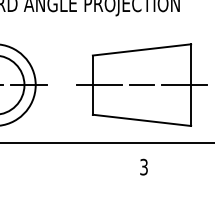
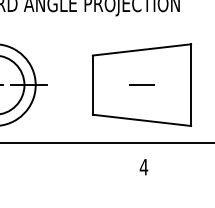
line at (98, 85): present -> none
line at (184, 85): present -> none
text at (143, 166): 3 -> 4
